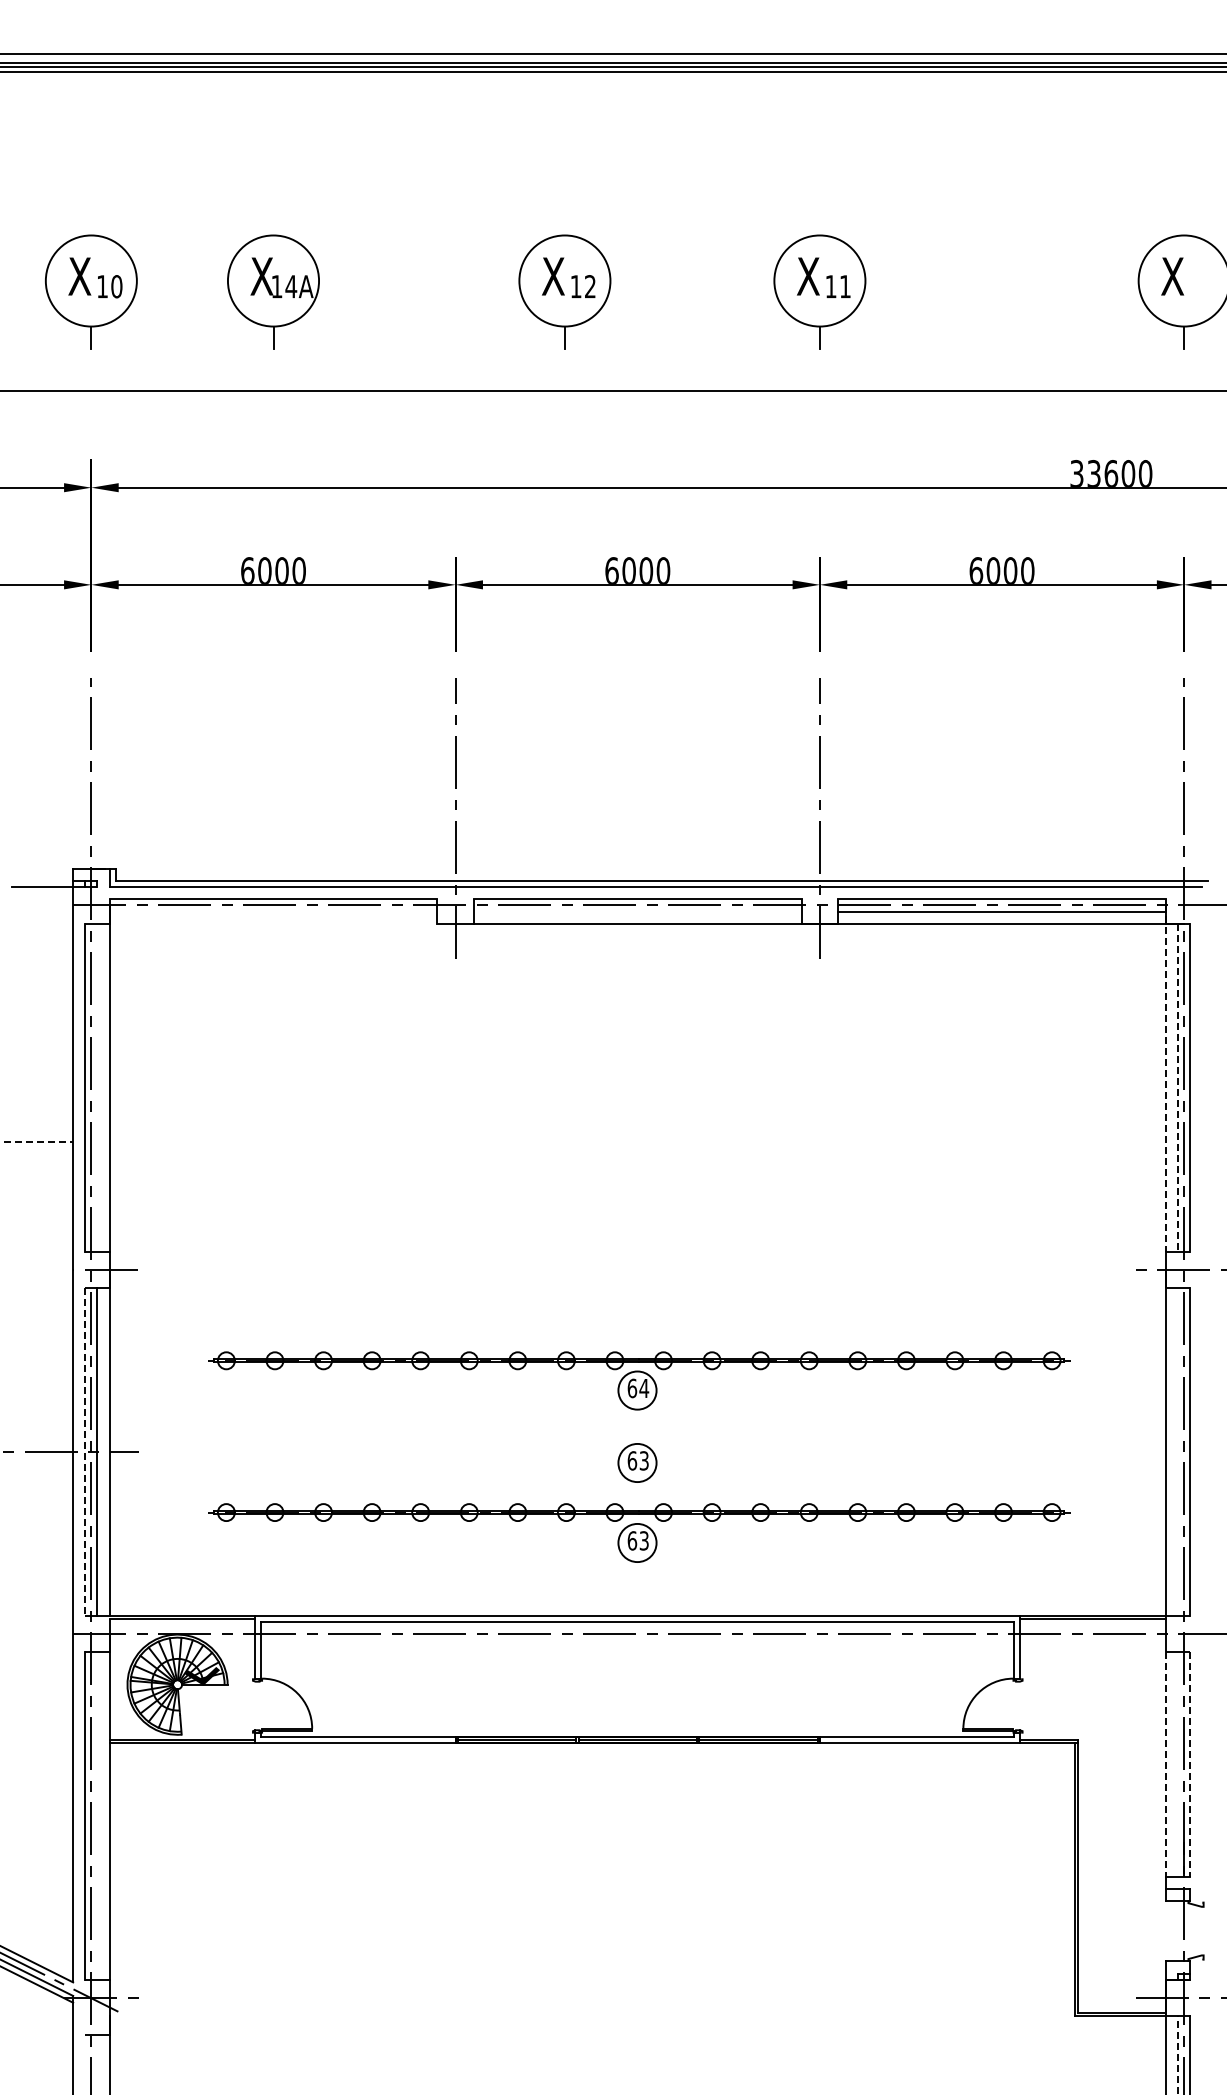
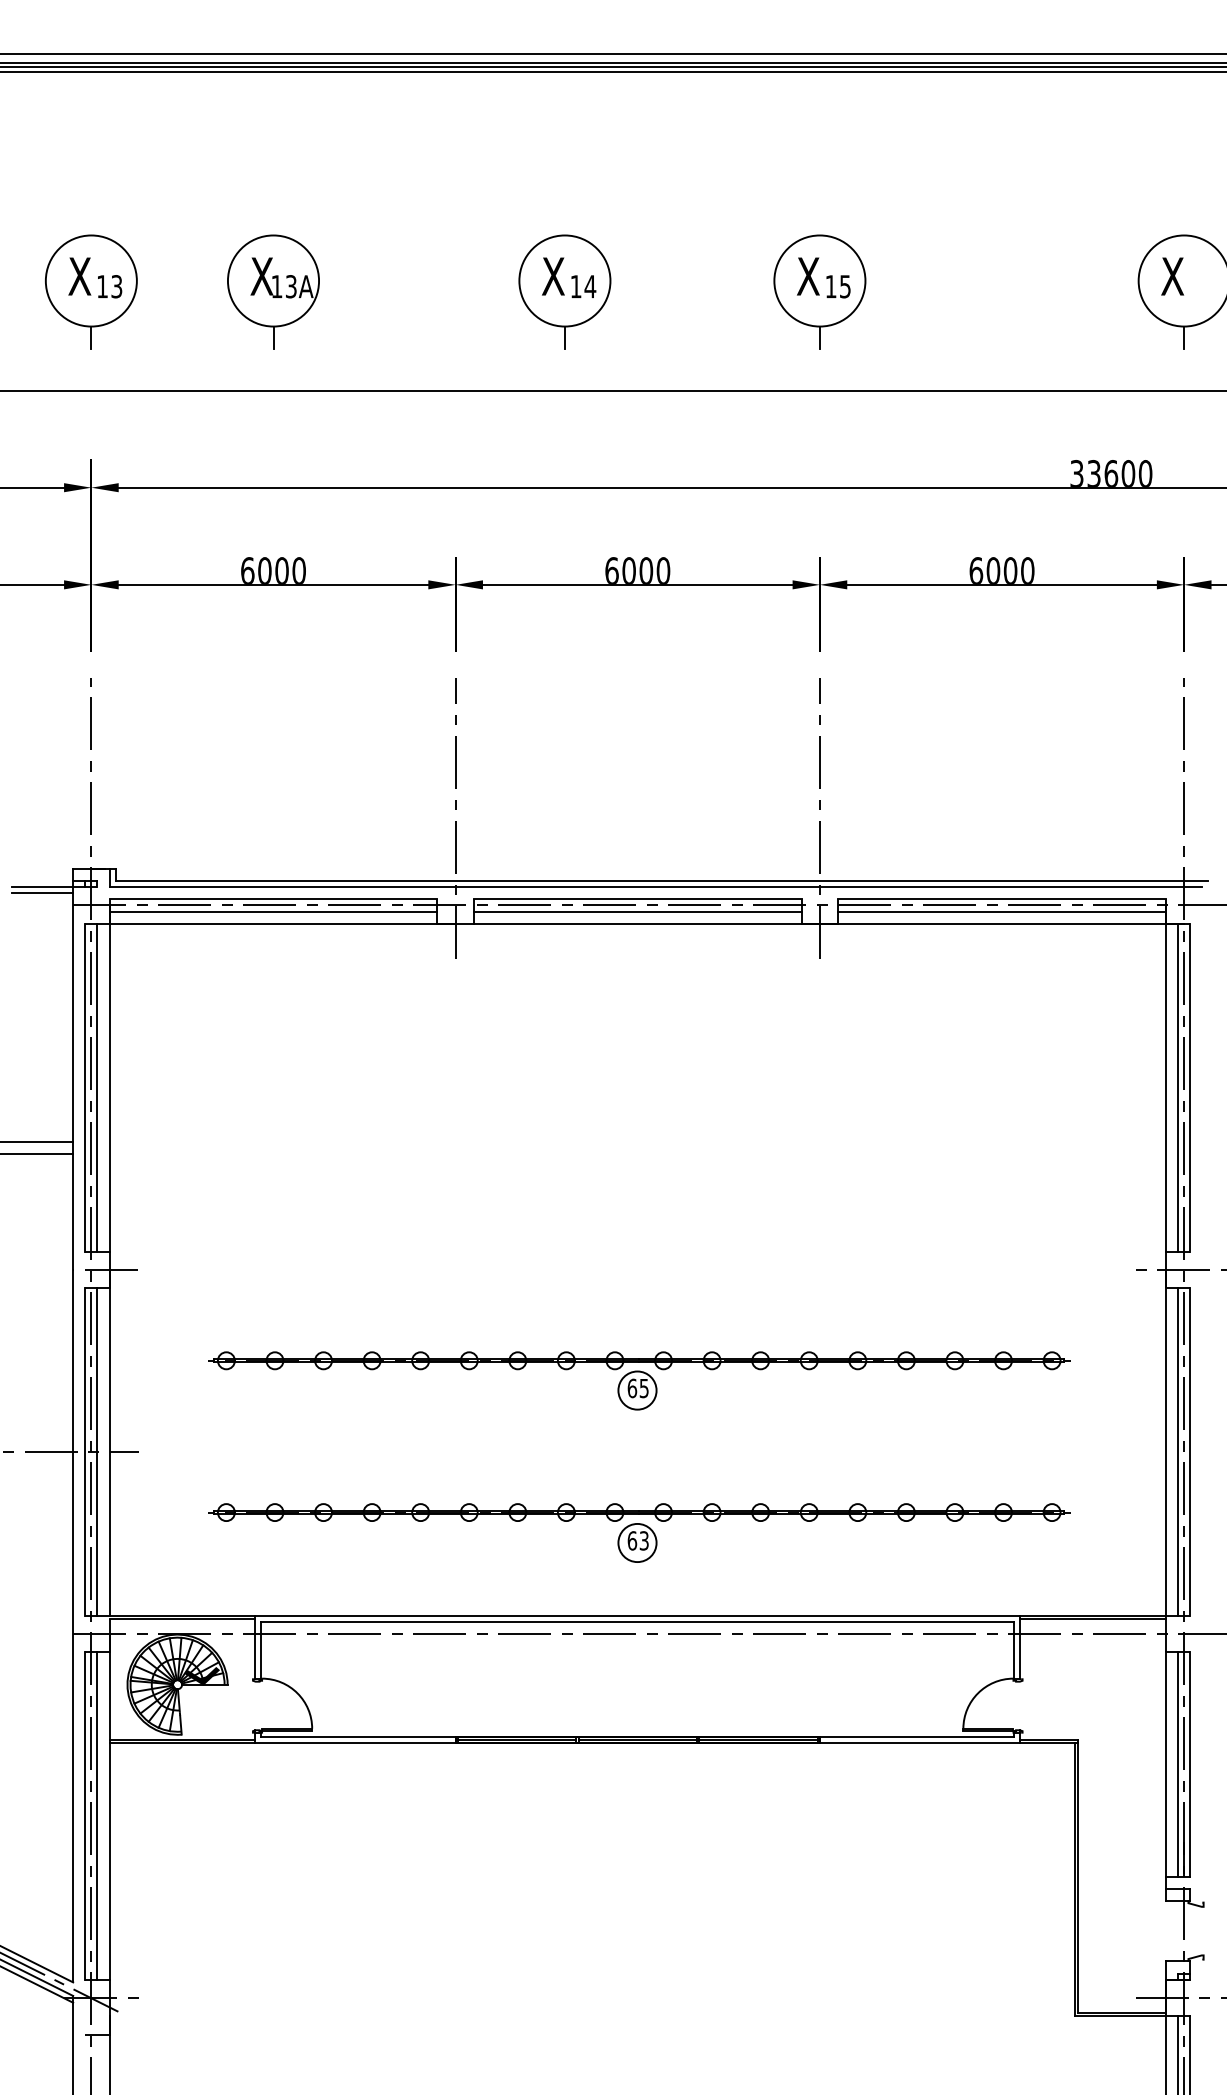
text at (116, 286): 10 -> 13
text at (291, 286): 14A -> 13A
text at (590, 286): 12 -> 14
text at (845, 286): 11 -> 15
line at (42, 893): none -> present
line at (273, 911): none -> present
line at (637, 911): none -> present
line at (282, 923): none -> present
line at (1165, 1078): dashed -> solid
line at (97, 1087): none -> present
line at (1178, 1087): dashed -> solid
line at (37, 1142): dashed -> solid
line at (37, 1154): none -> present
text at (644, 1388): 64 -> 65
line at (85, 1451): dashed -> solid
line at (1178, 1451): none -> present
part at (637, 1462): present -> none
line at (1178, 1764): none -> present
line at (1165, 1765): dashed -> solid
line at (1190, 1765): dashed -> solid
line at (97, 1816): none -> present
line at (1178, 2055): dashed -> solid
